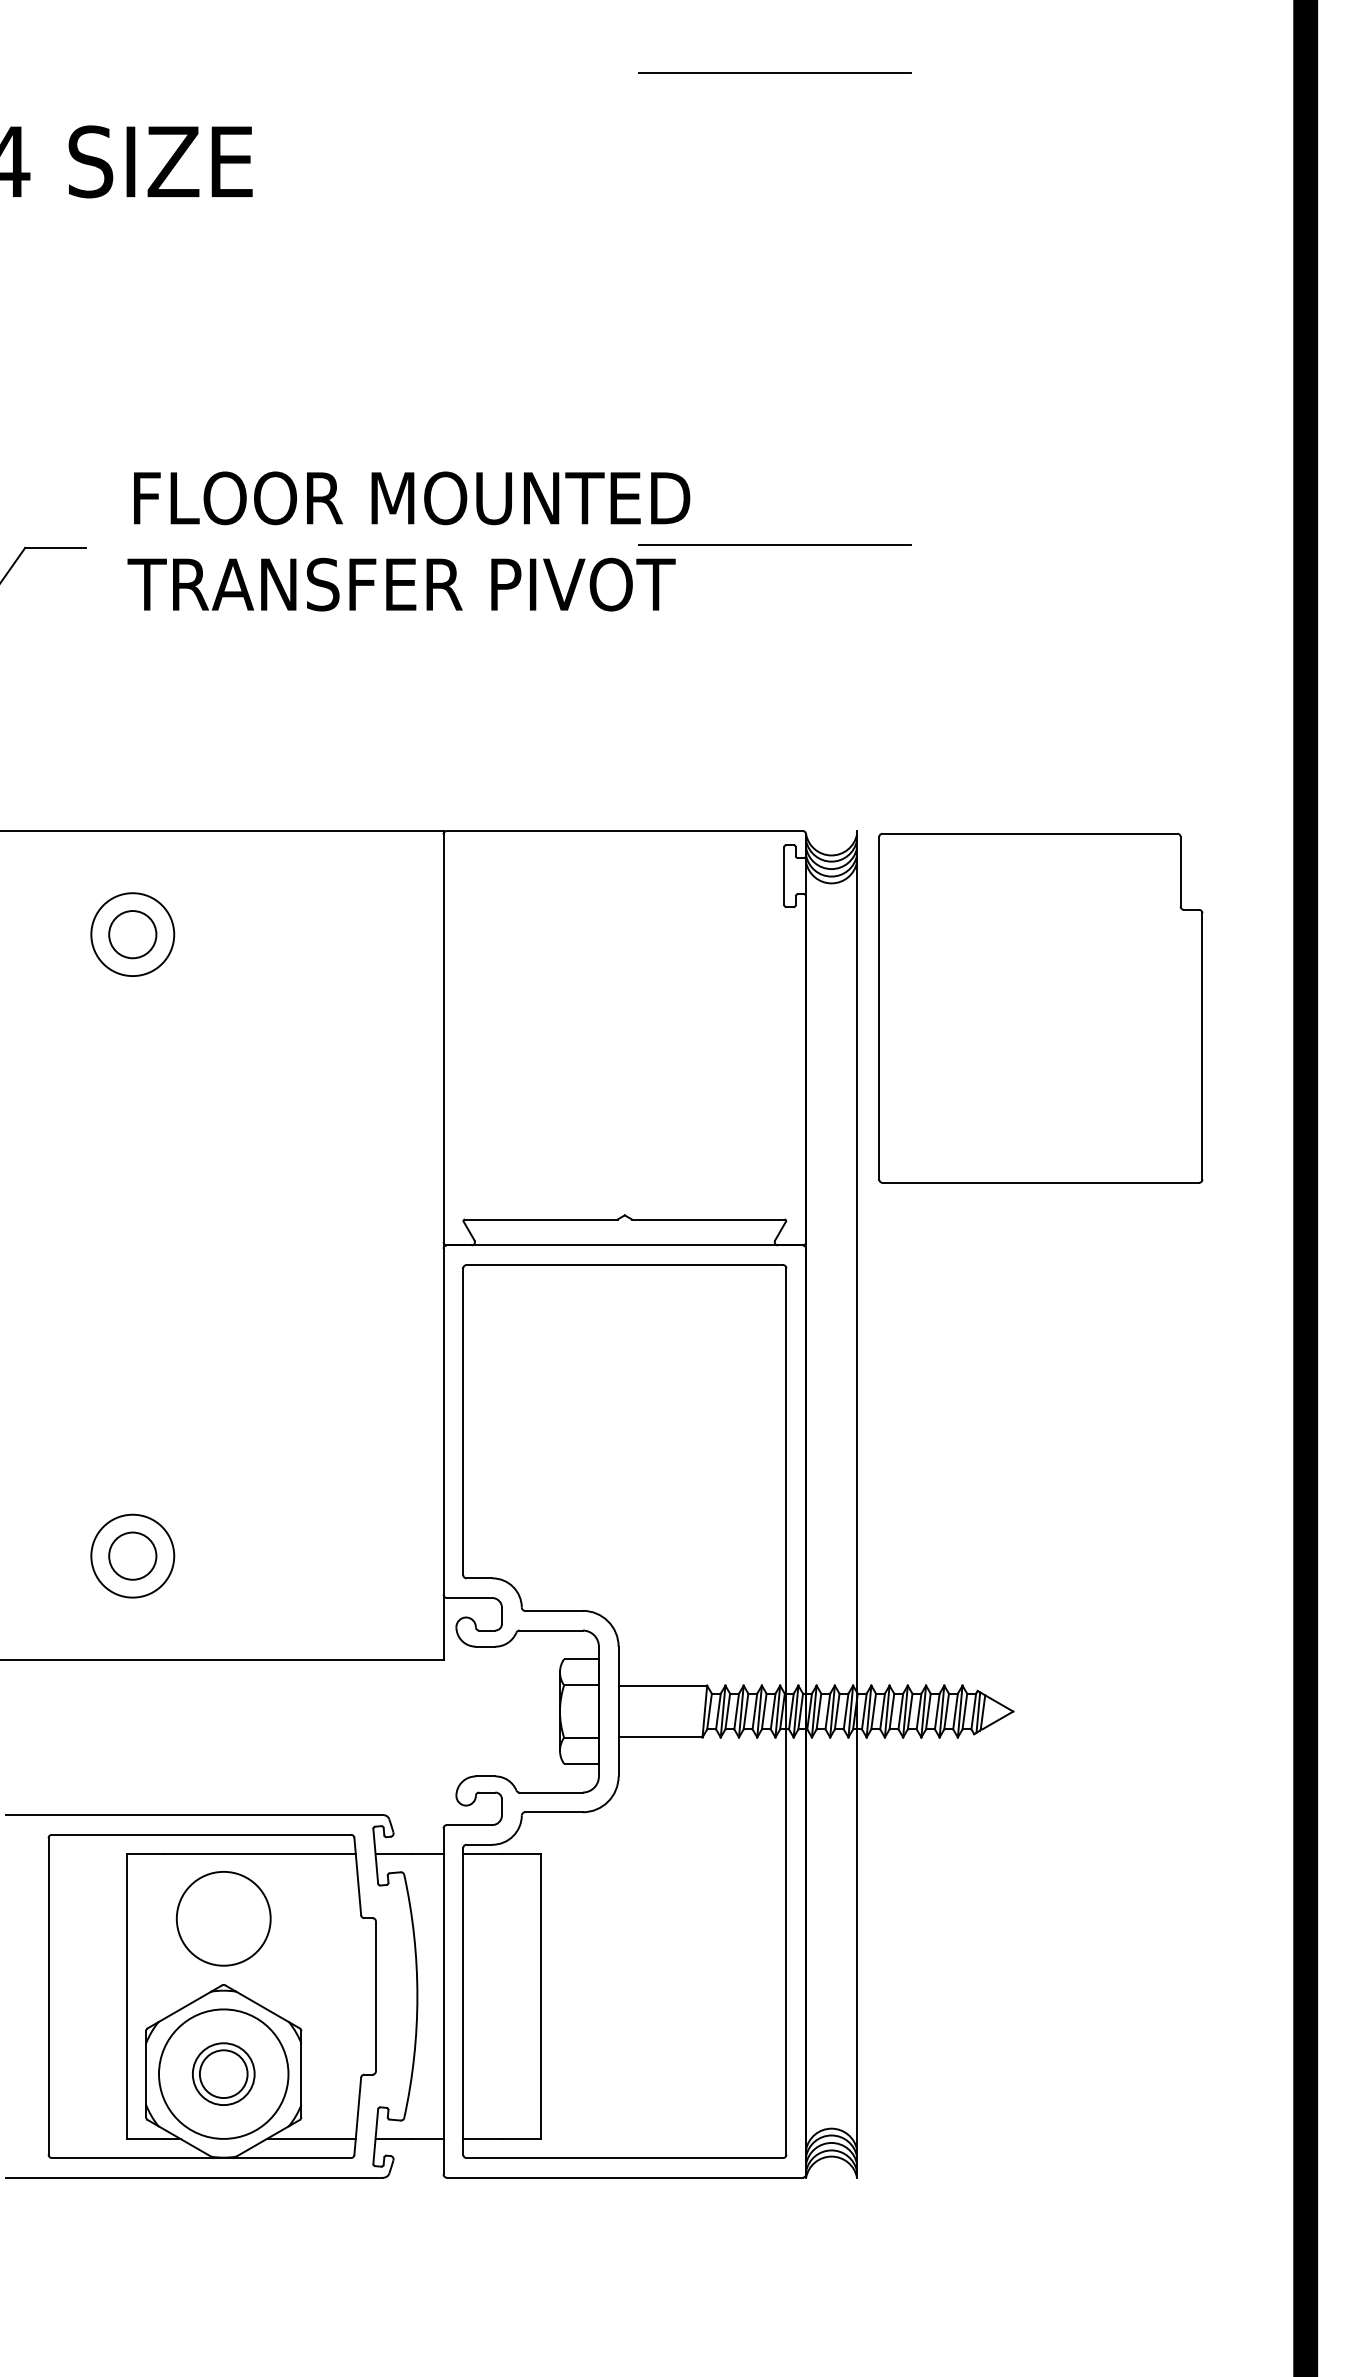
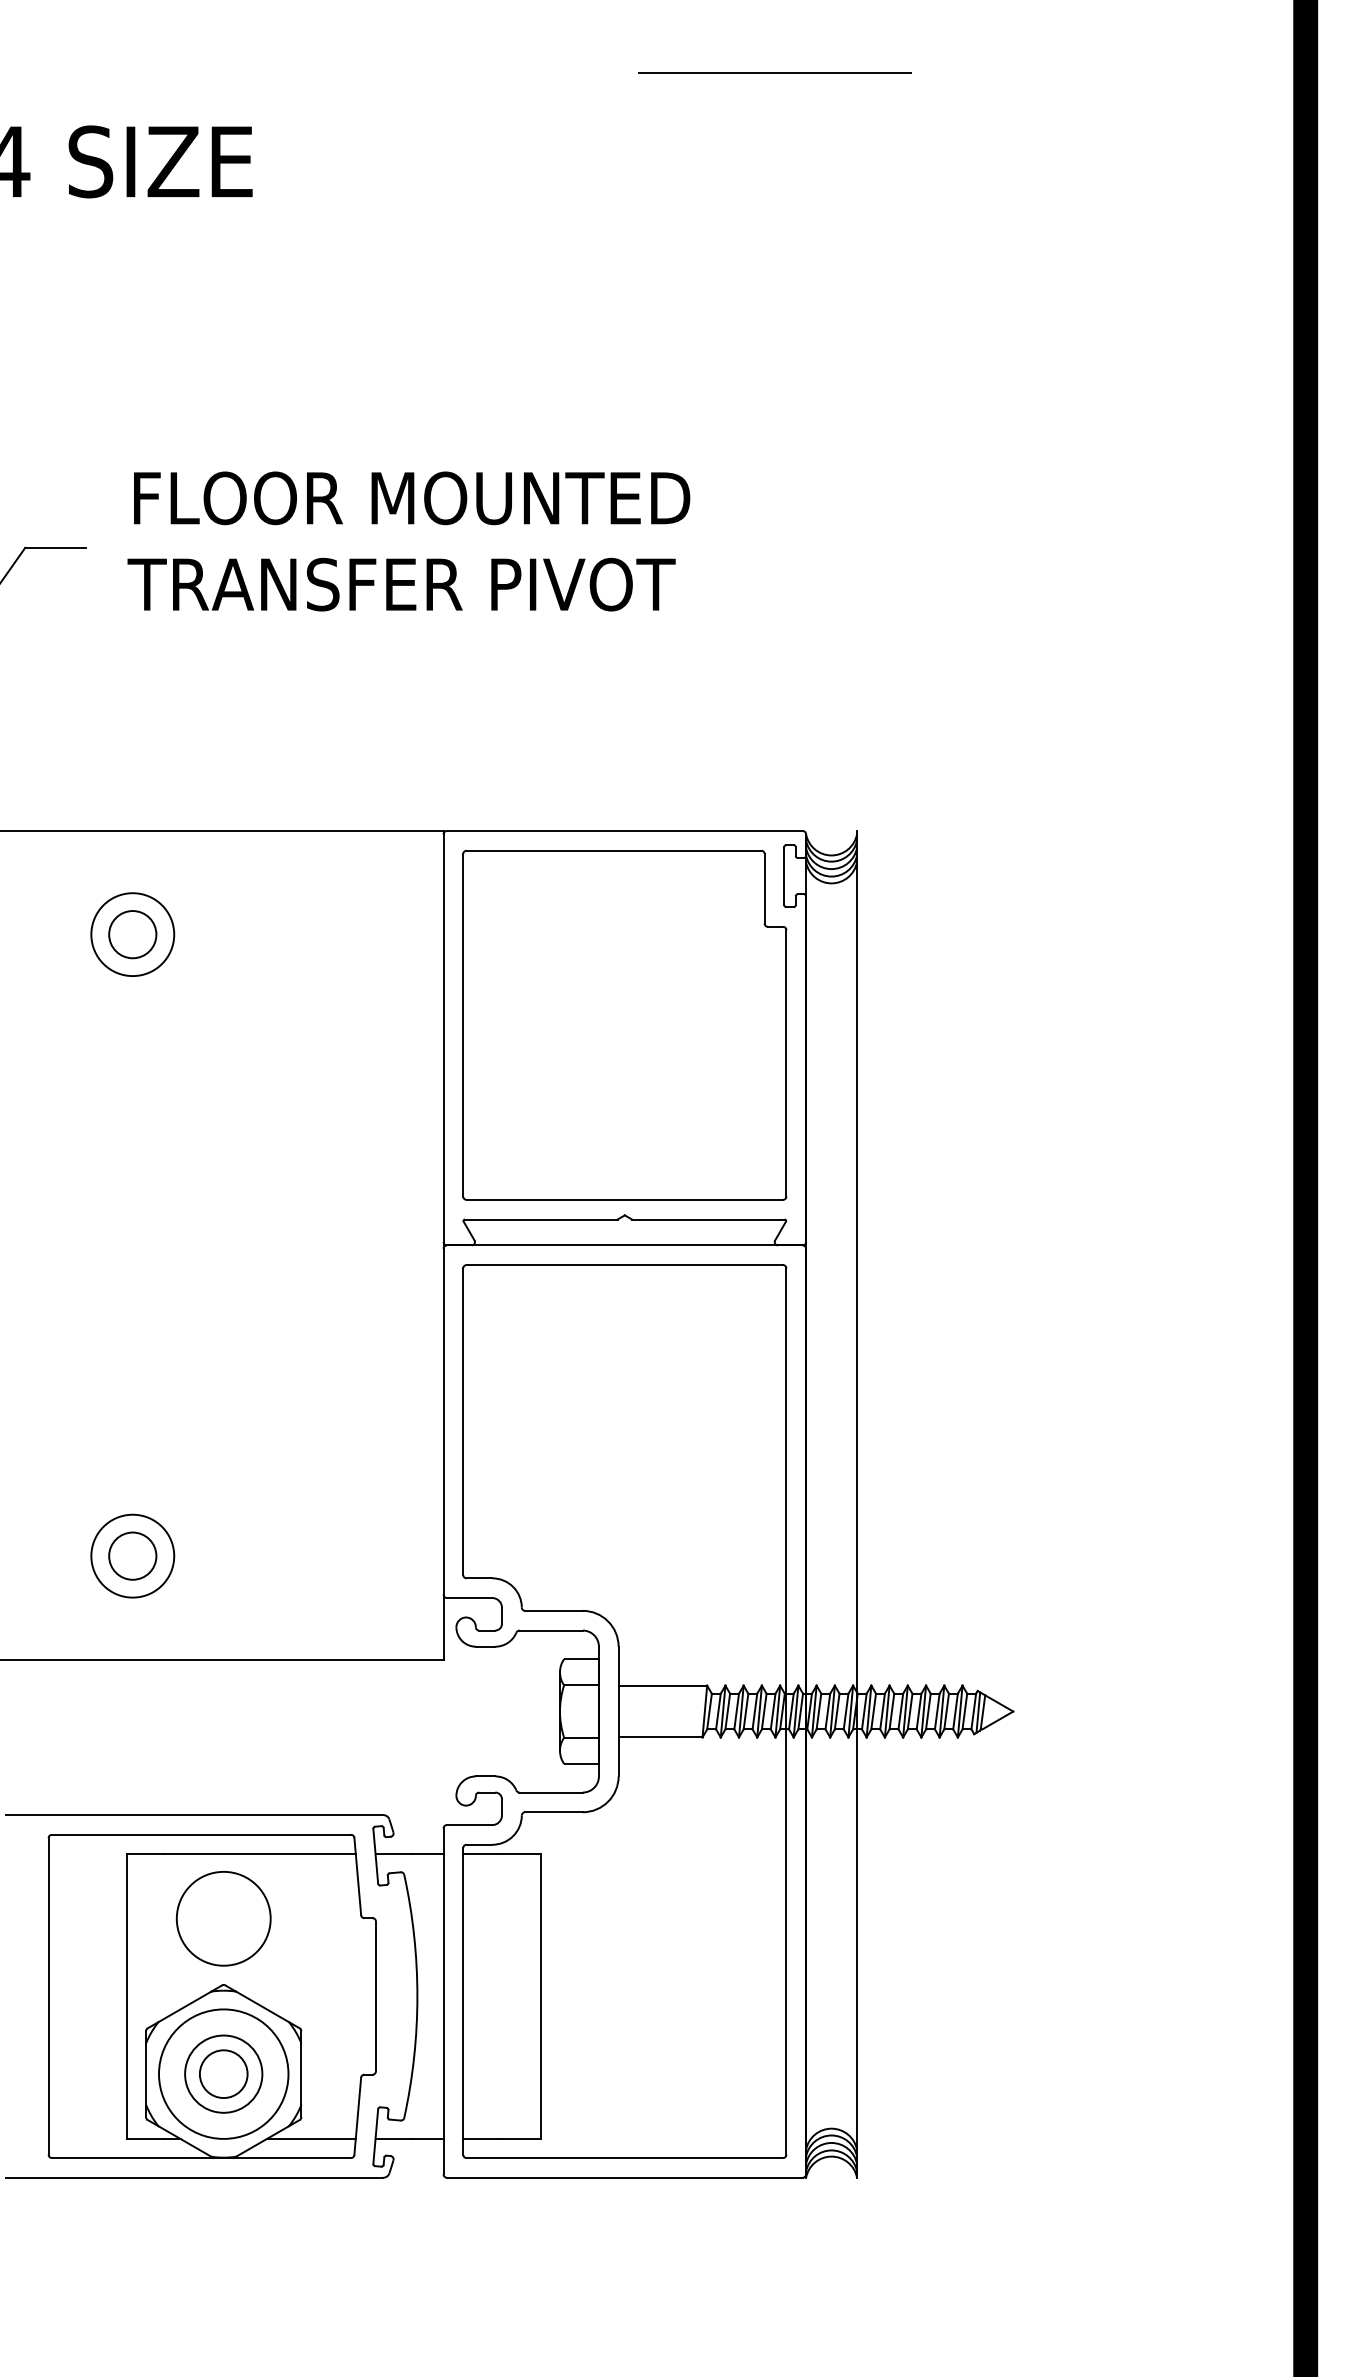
line at (774, 544): present -> none
part at (1040, 1008) position: (1040, 1008) -> (624, 1025)
circle at (223, 2074) diameter: 62 px -> 77 px
